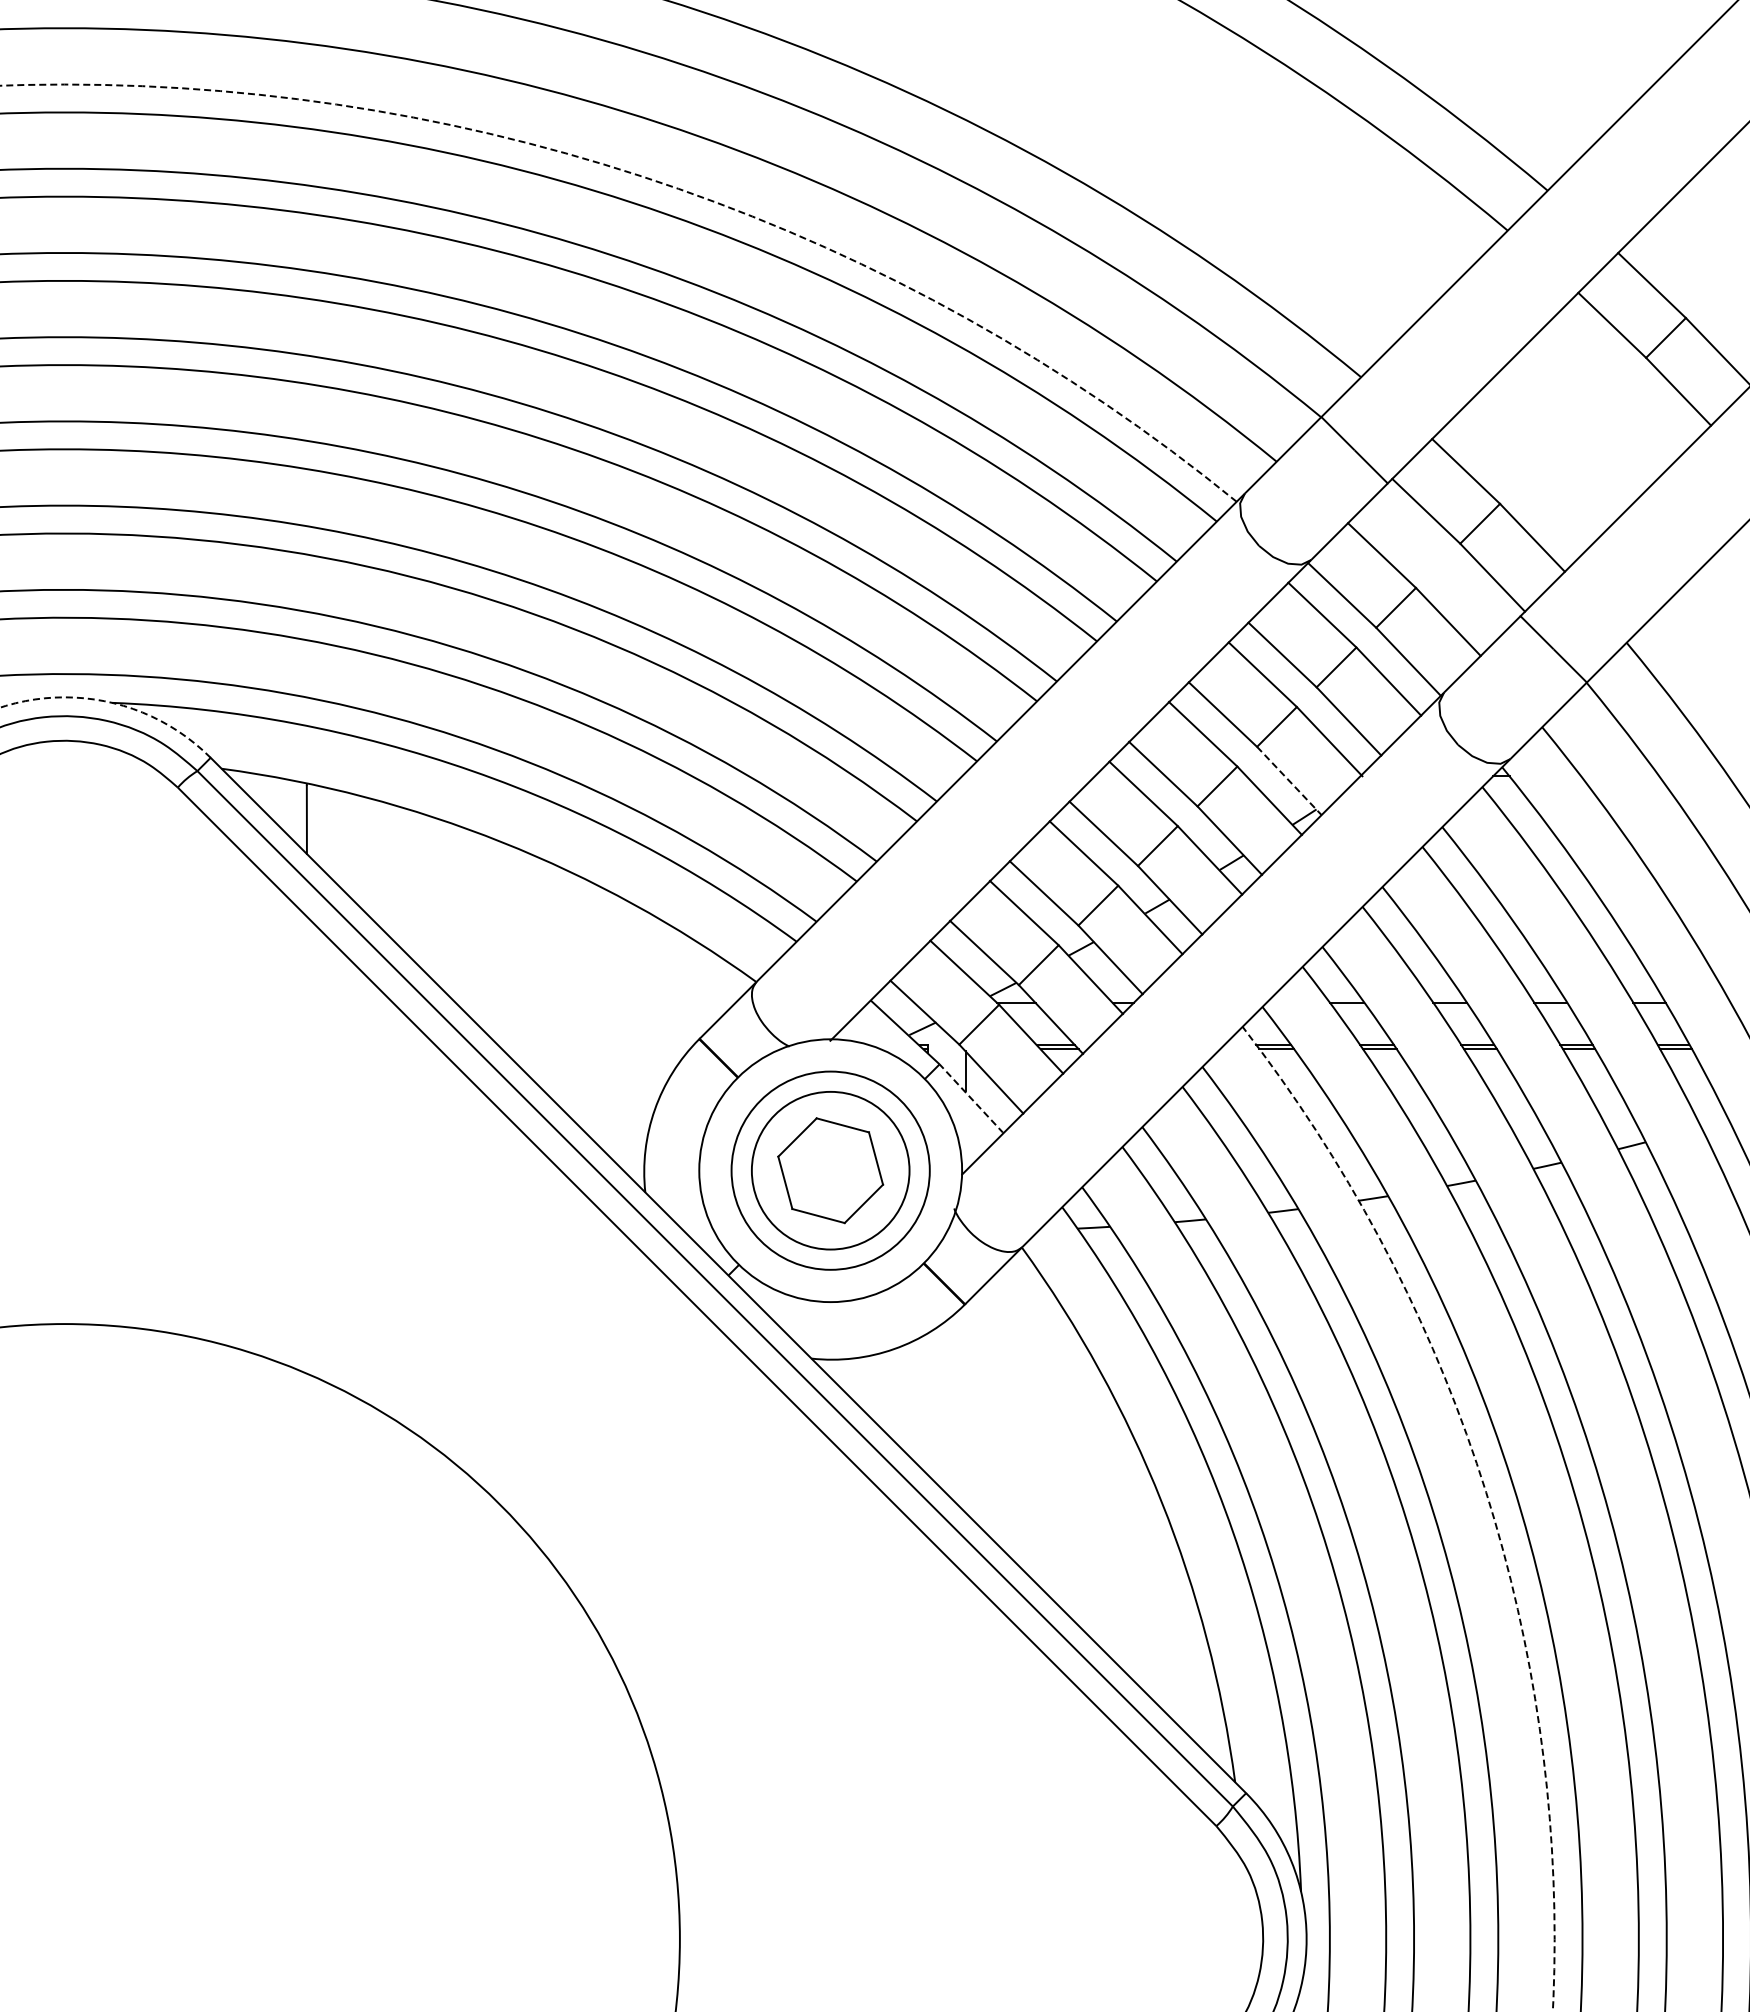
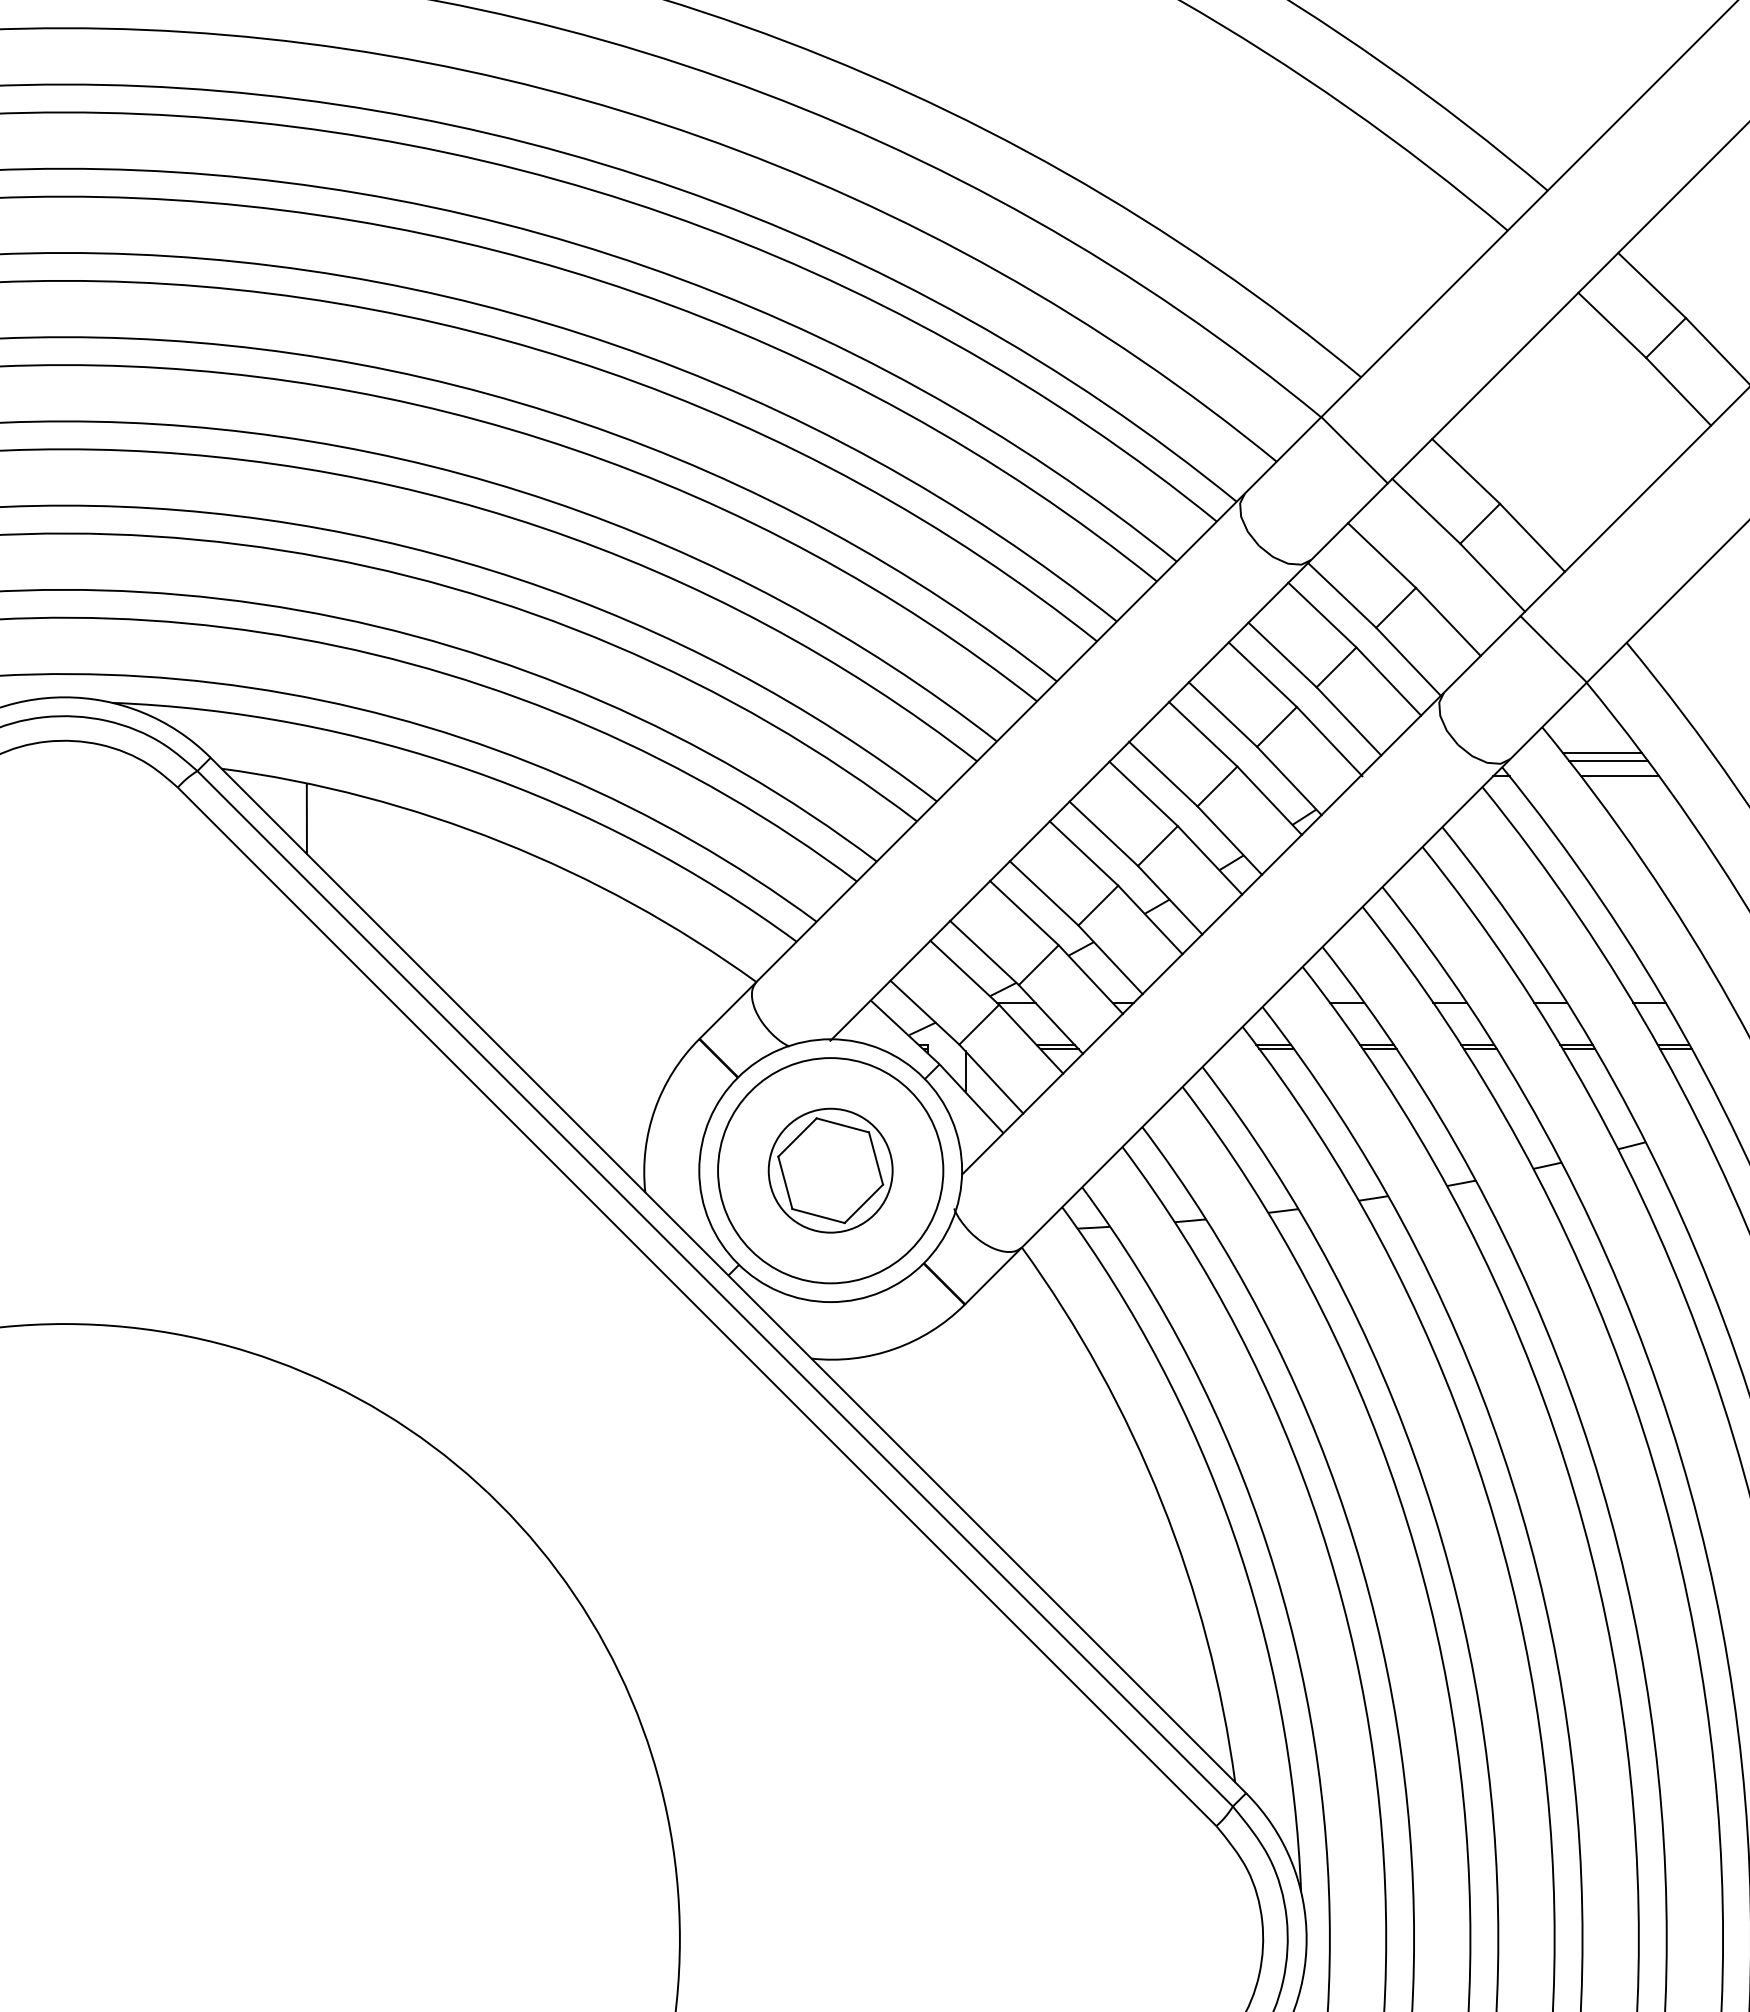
arc at (656, 181): dashed -> solid
arc at (112, 703): dashed -> solid
line at (1602, 753): none -> present
line at (1608, 761): none -> present
line at (1620, 776): none -> present
line at (1289, 781): dashed -> solid
line at (972, 1099): dashed -> solid
circle at (830, 1170) diameter: 158 px -> 225 px
circle at (830, 1170) diameter: 198 px -> 124 px
arc at (1486, 1494): dashed -> solid
